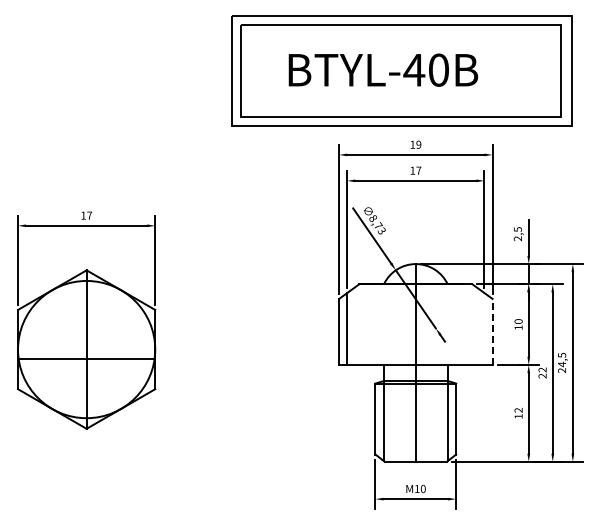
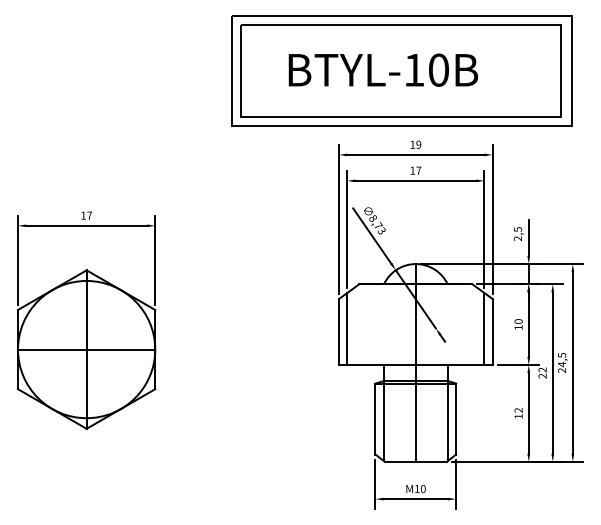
text at (414, 70): BTYL-40B -> BTYL-10B
line at (484, 328): none -> present
line at (492, 331): dashed -> solid
line at (86, 358) position: (86, 358) -> (86, 349)
